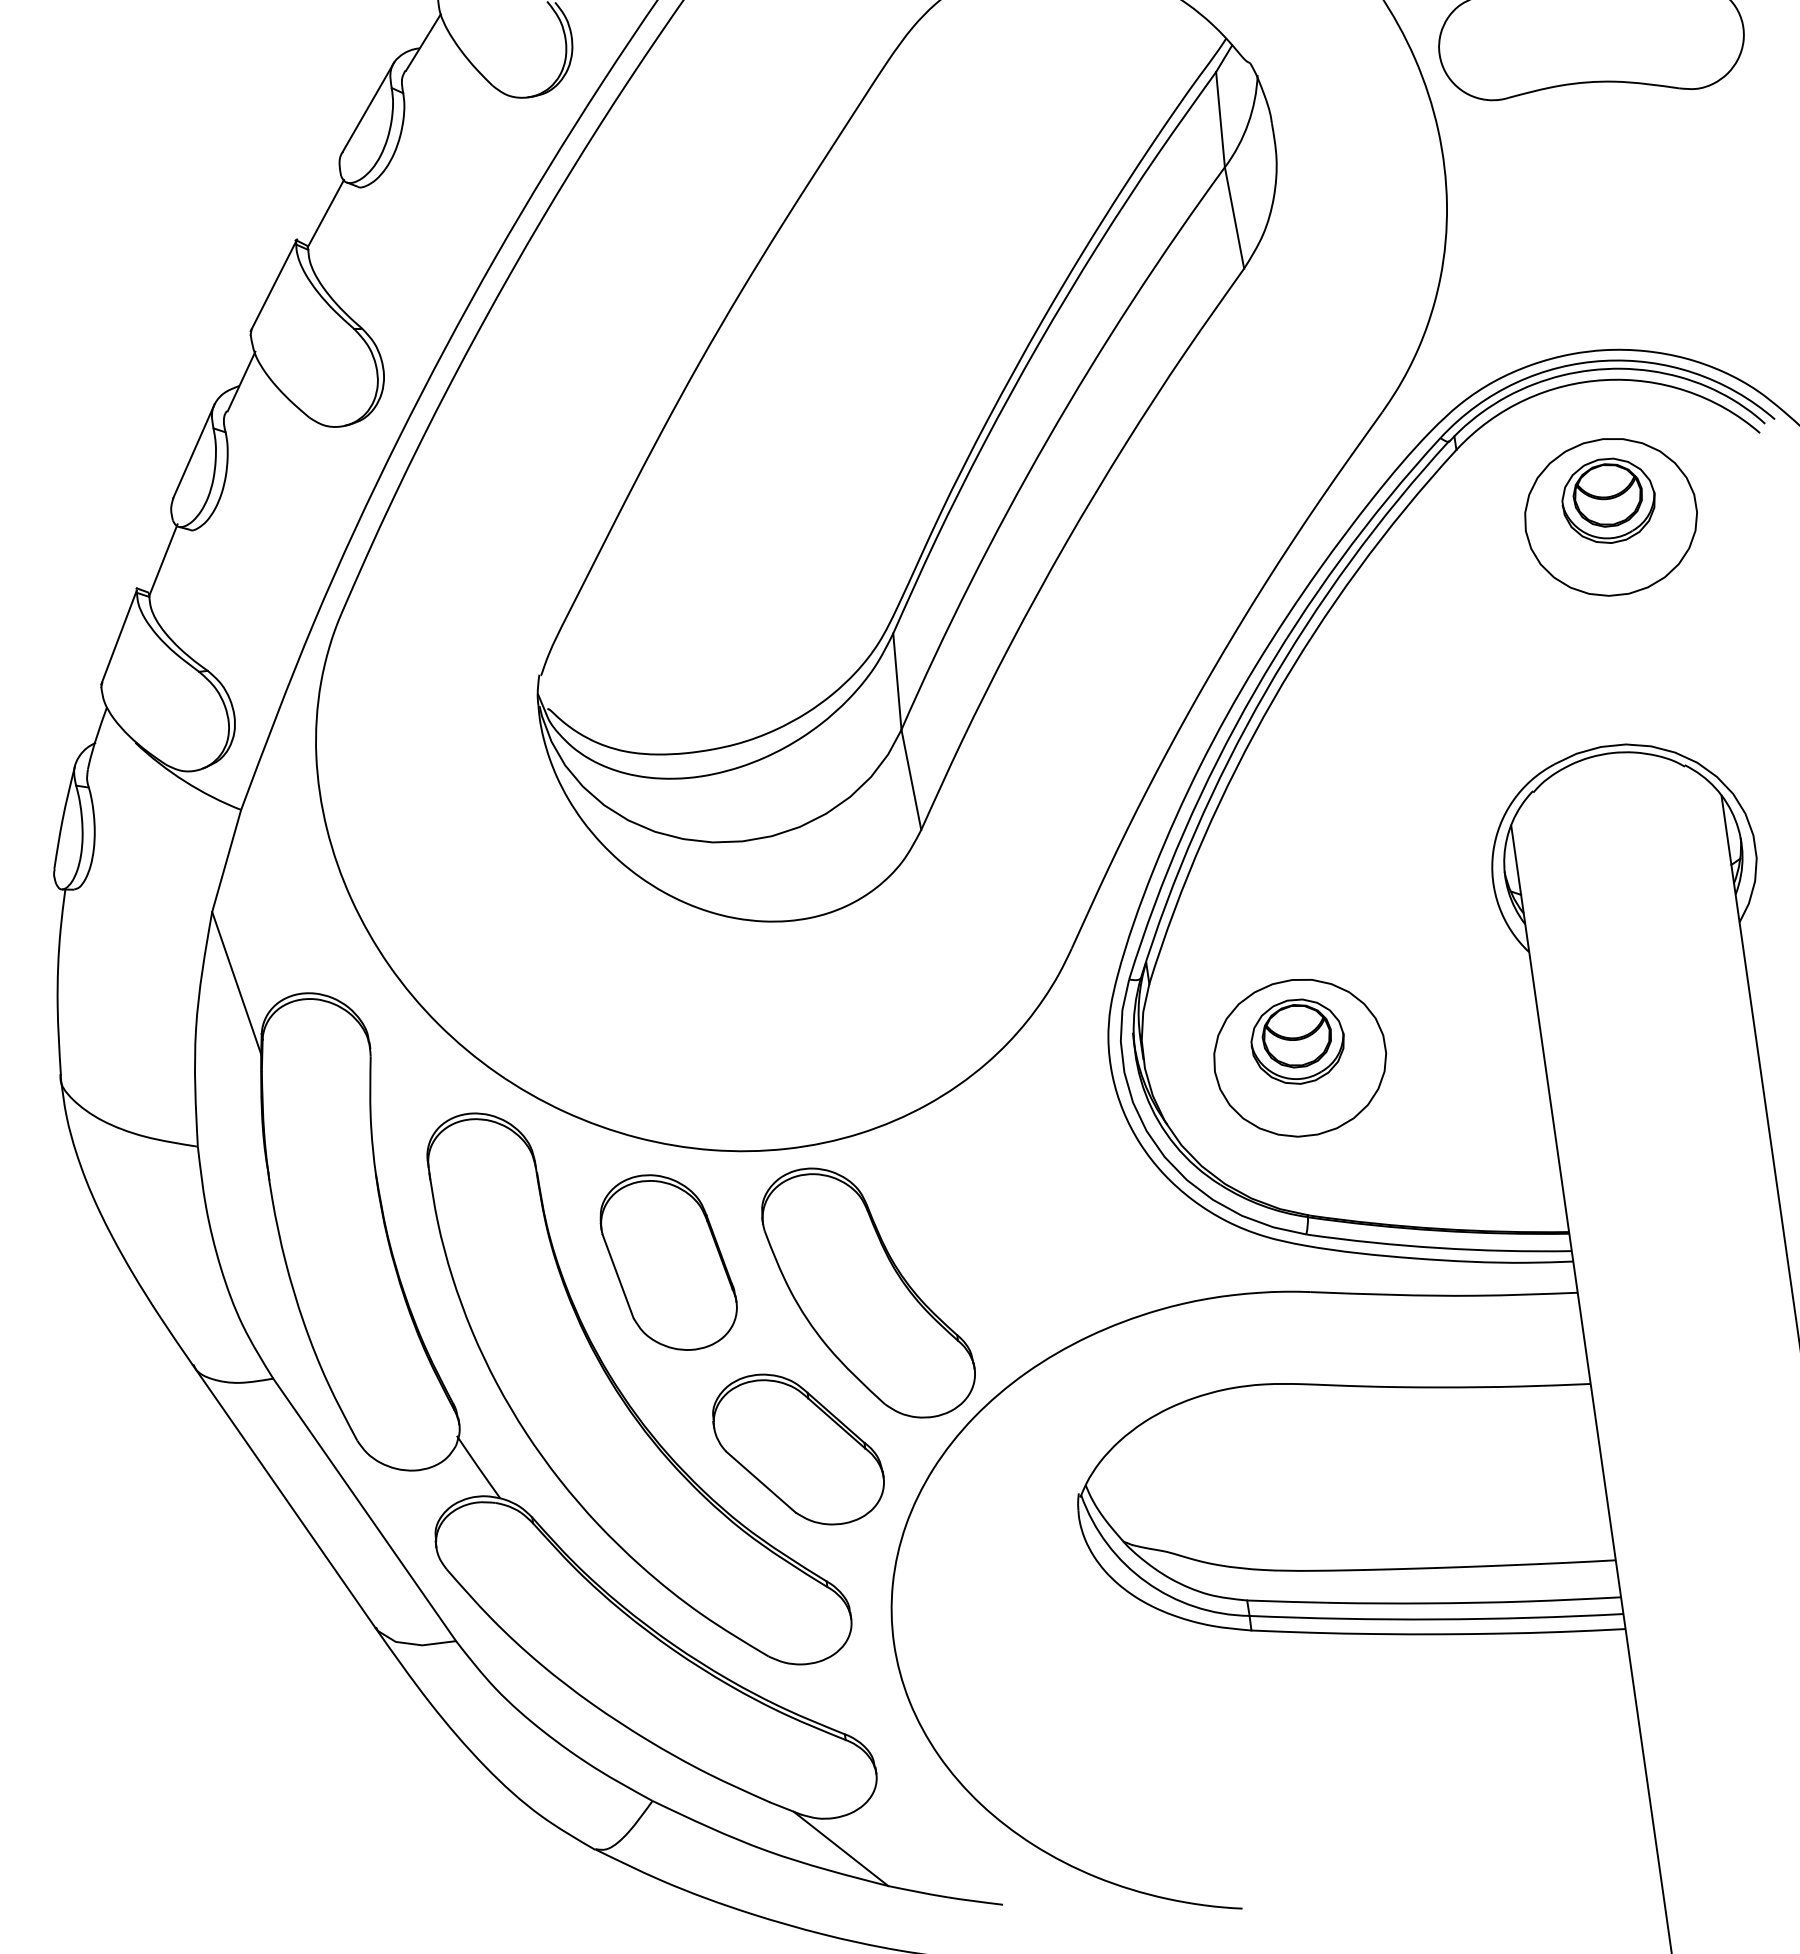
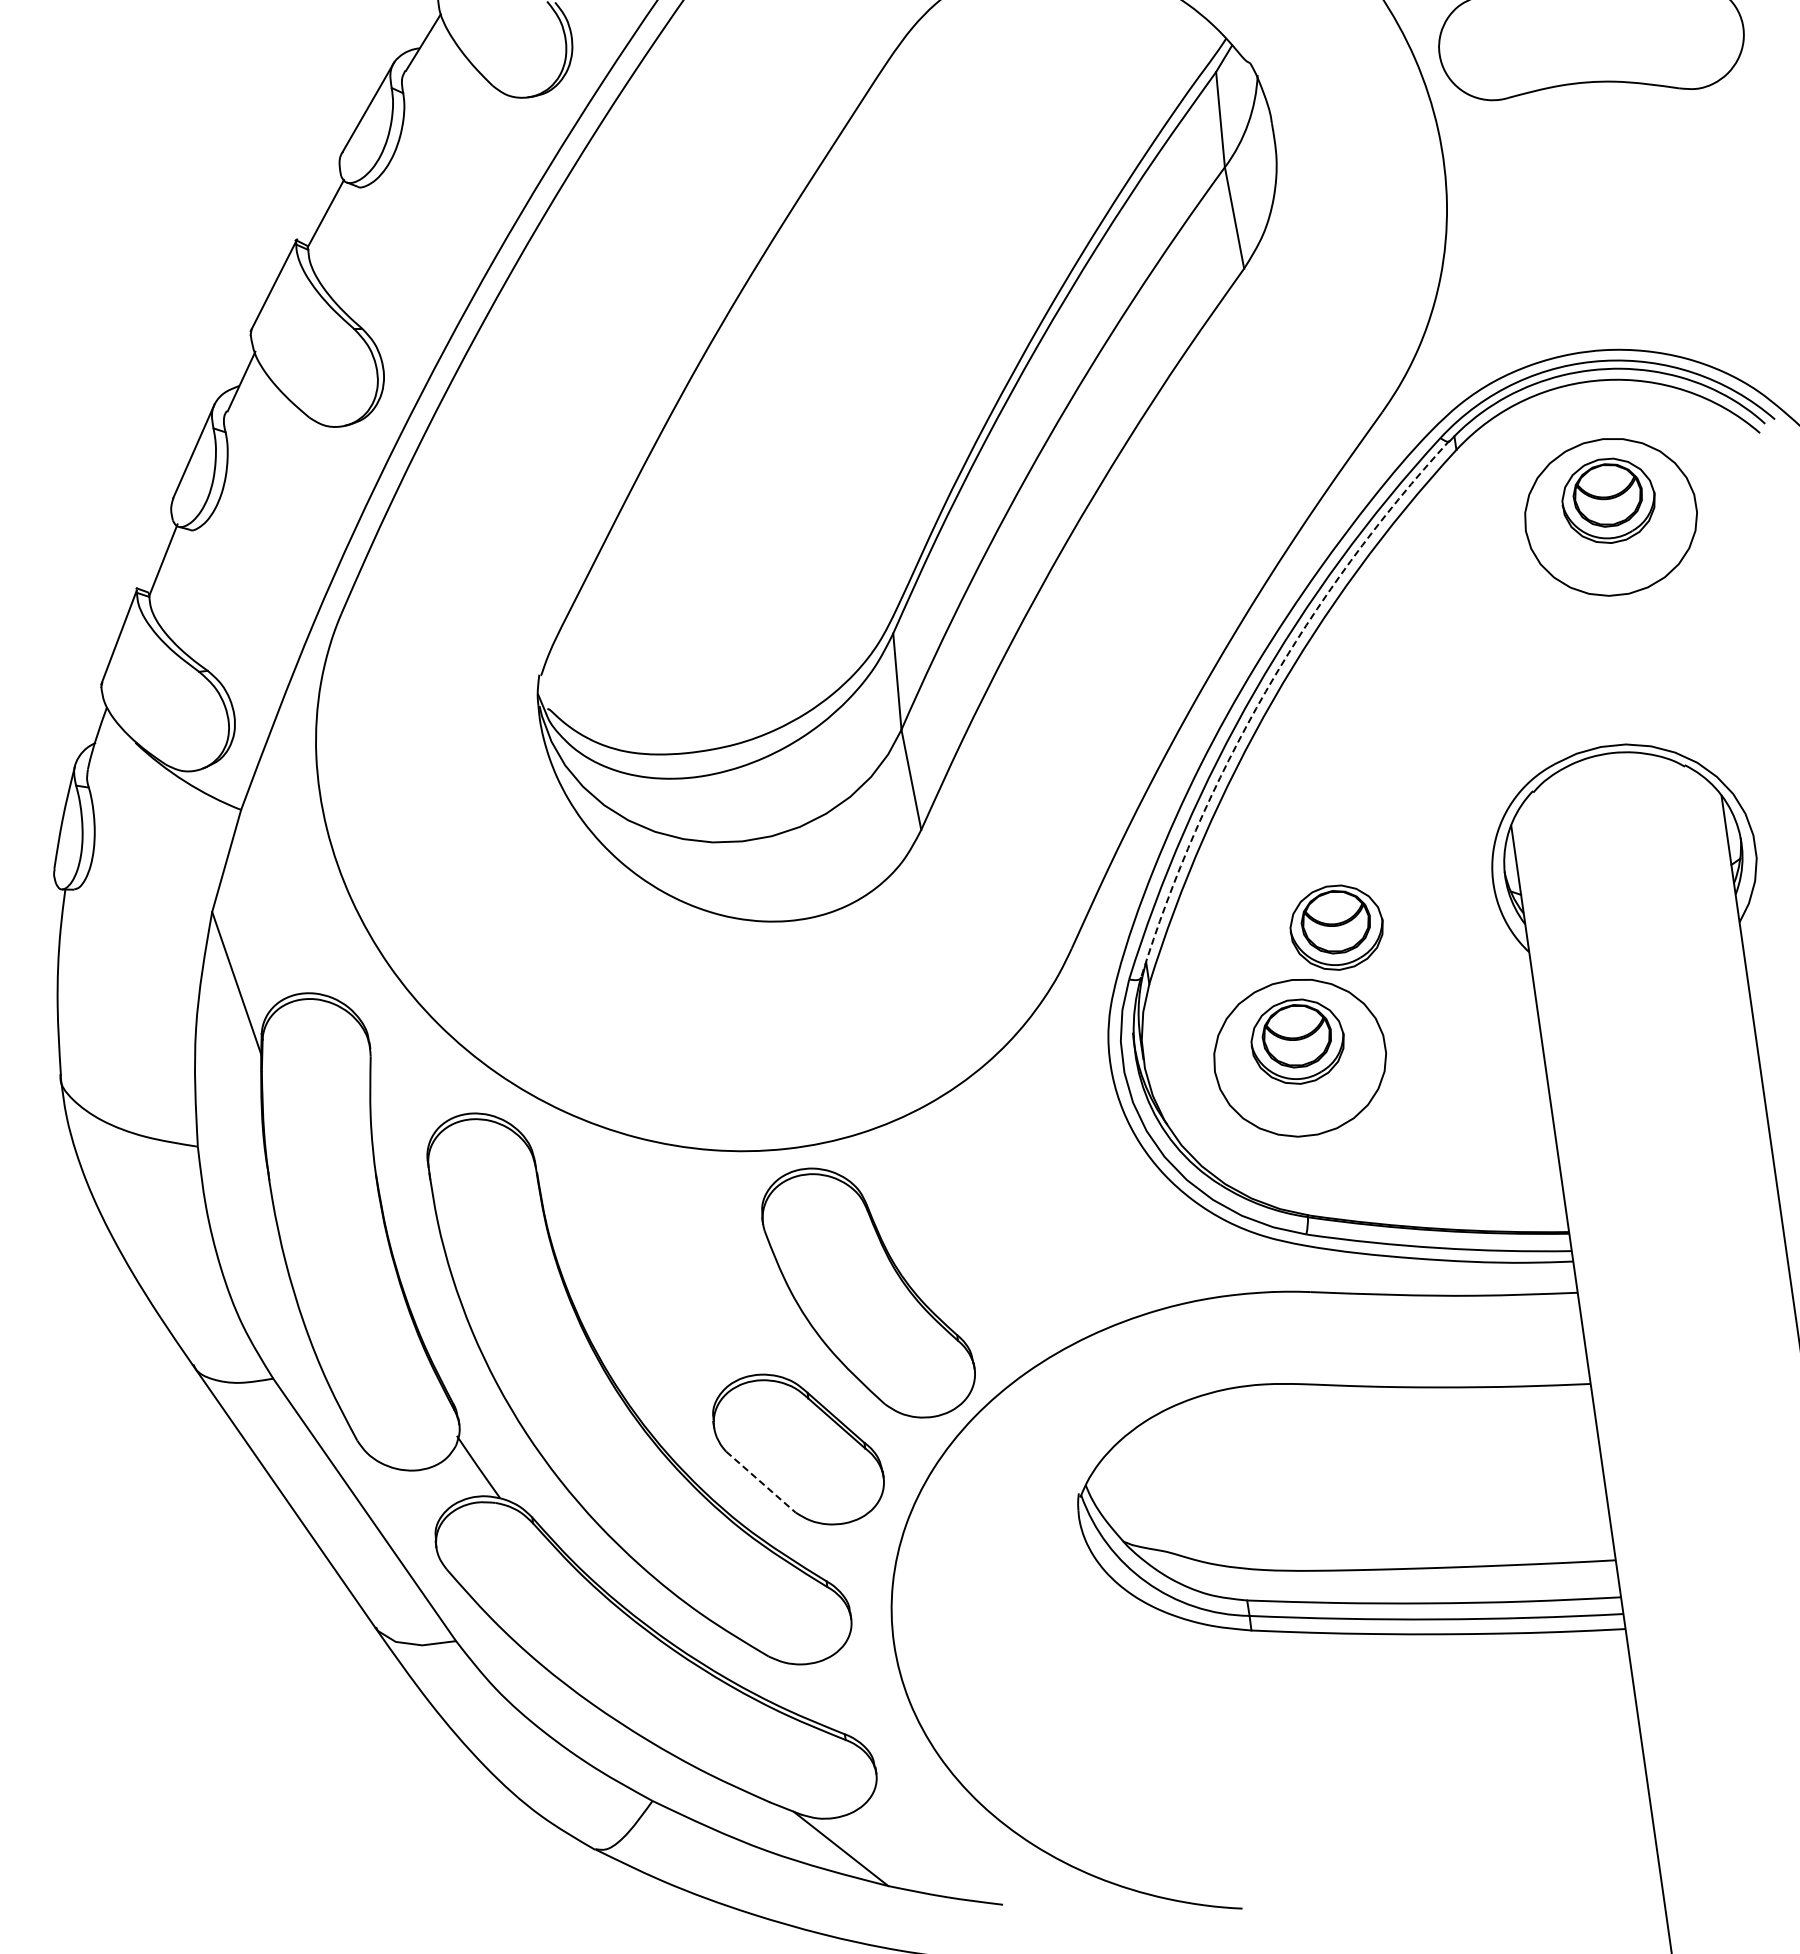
arc at (1265, 691): solid -> dashed
part at (1336, 927): none -> present
part at (668, 1262): present -> none
line at (761, 1482): solid -> dashed
